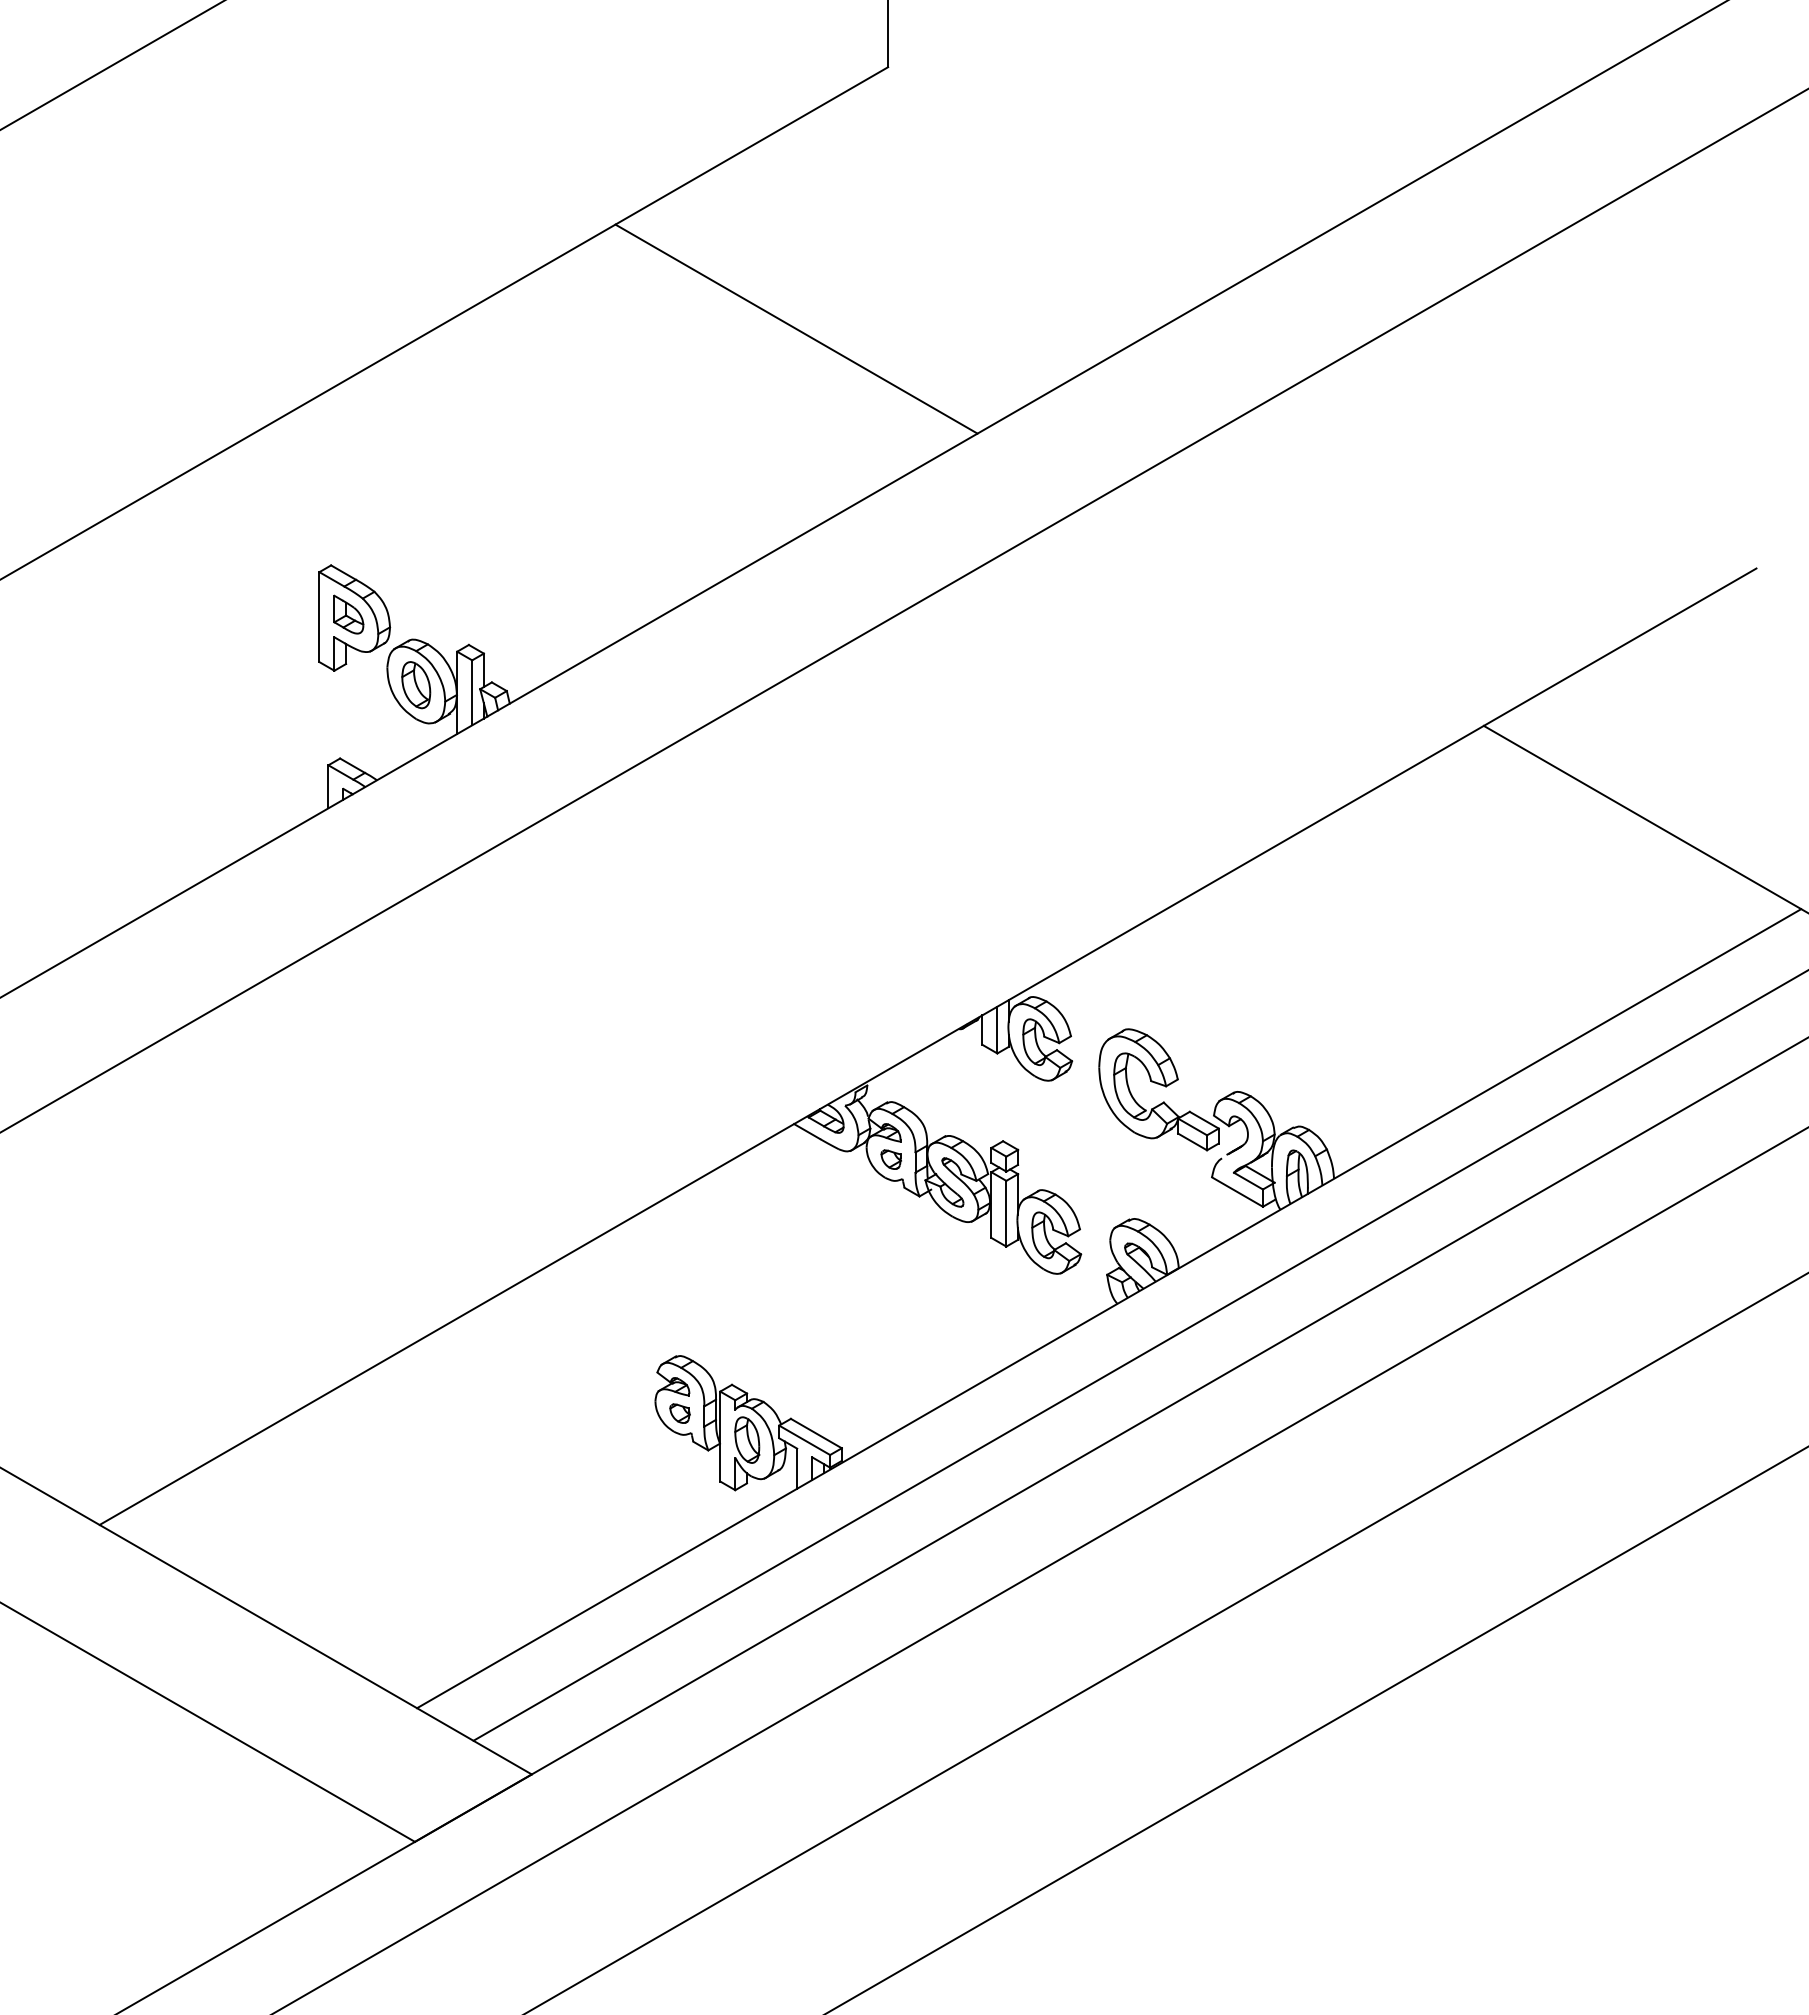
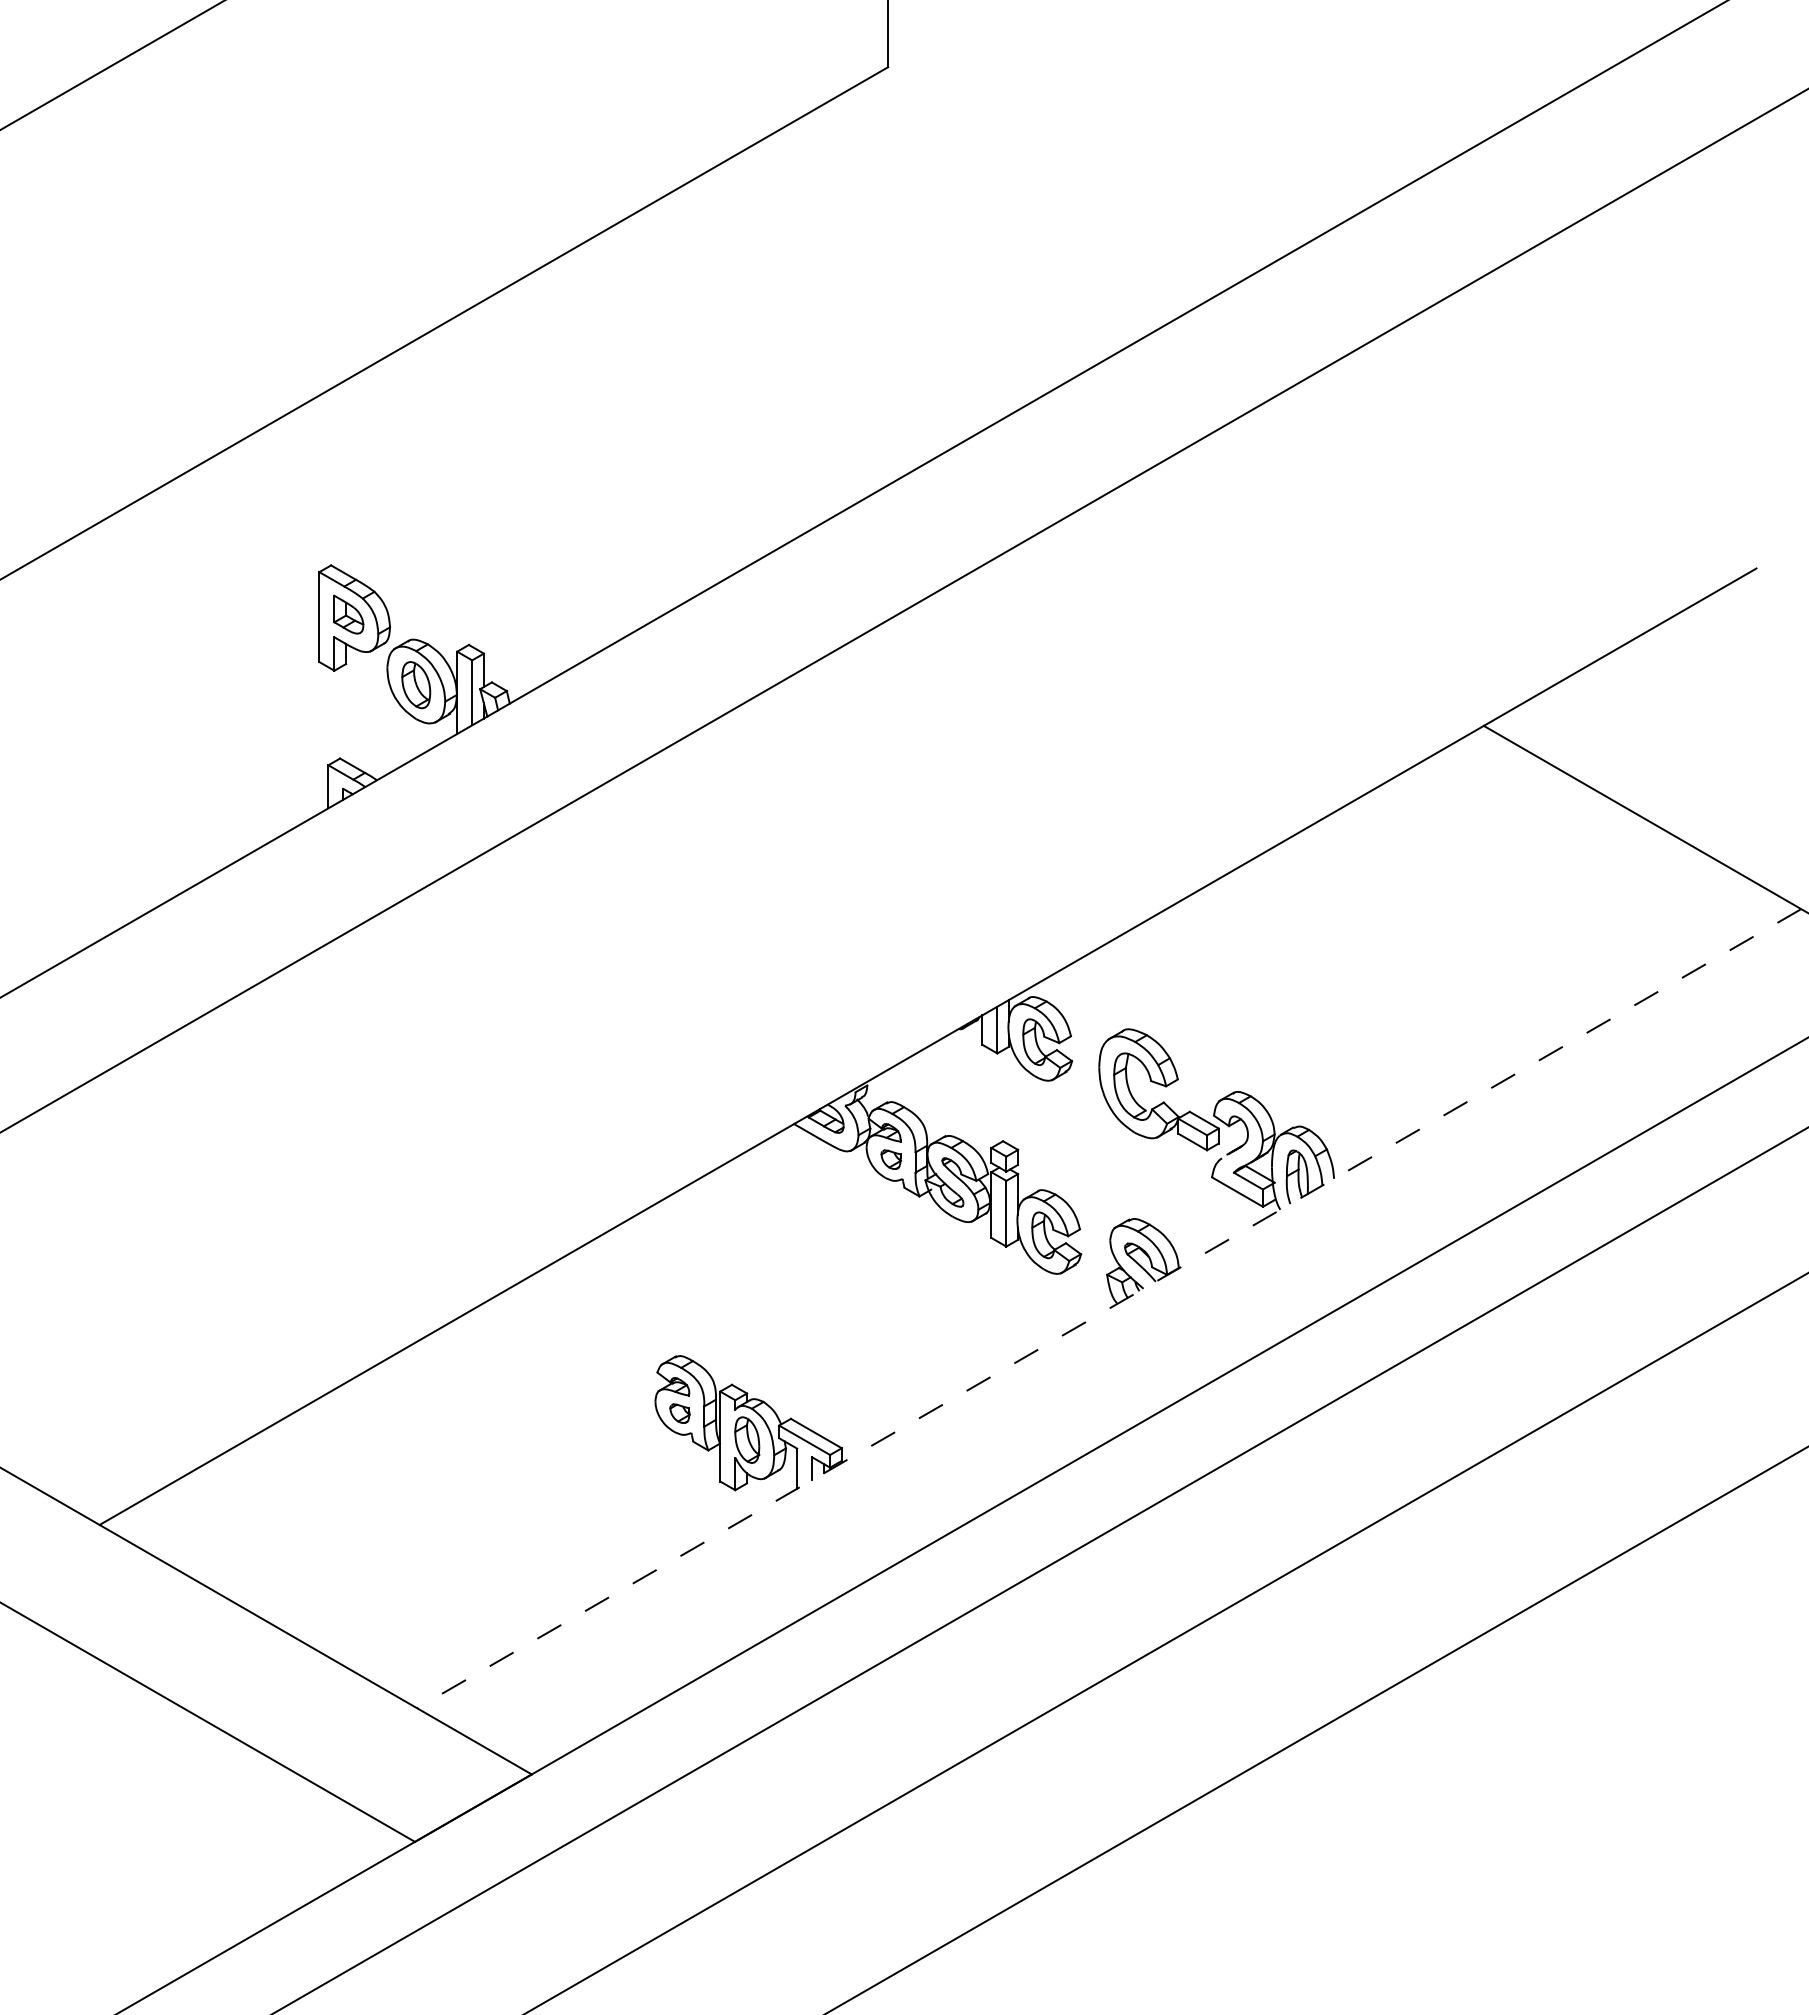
line at (796, 328): present -> none
line at (1108, 1308): solid -> dashed
line at (1139, 1355): present -> none
